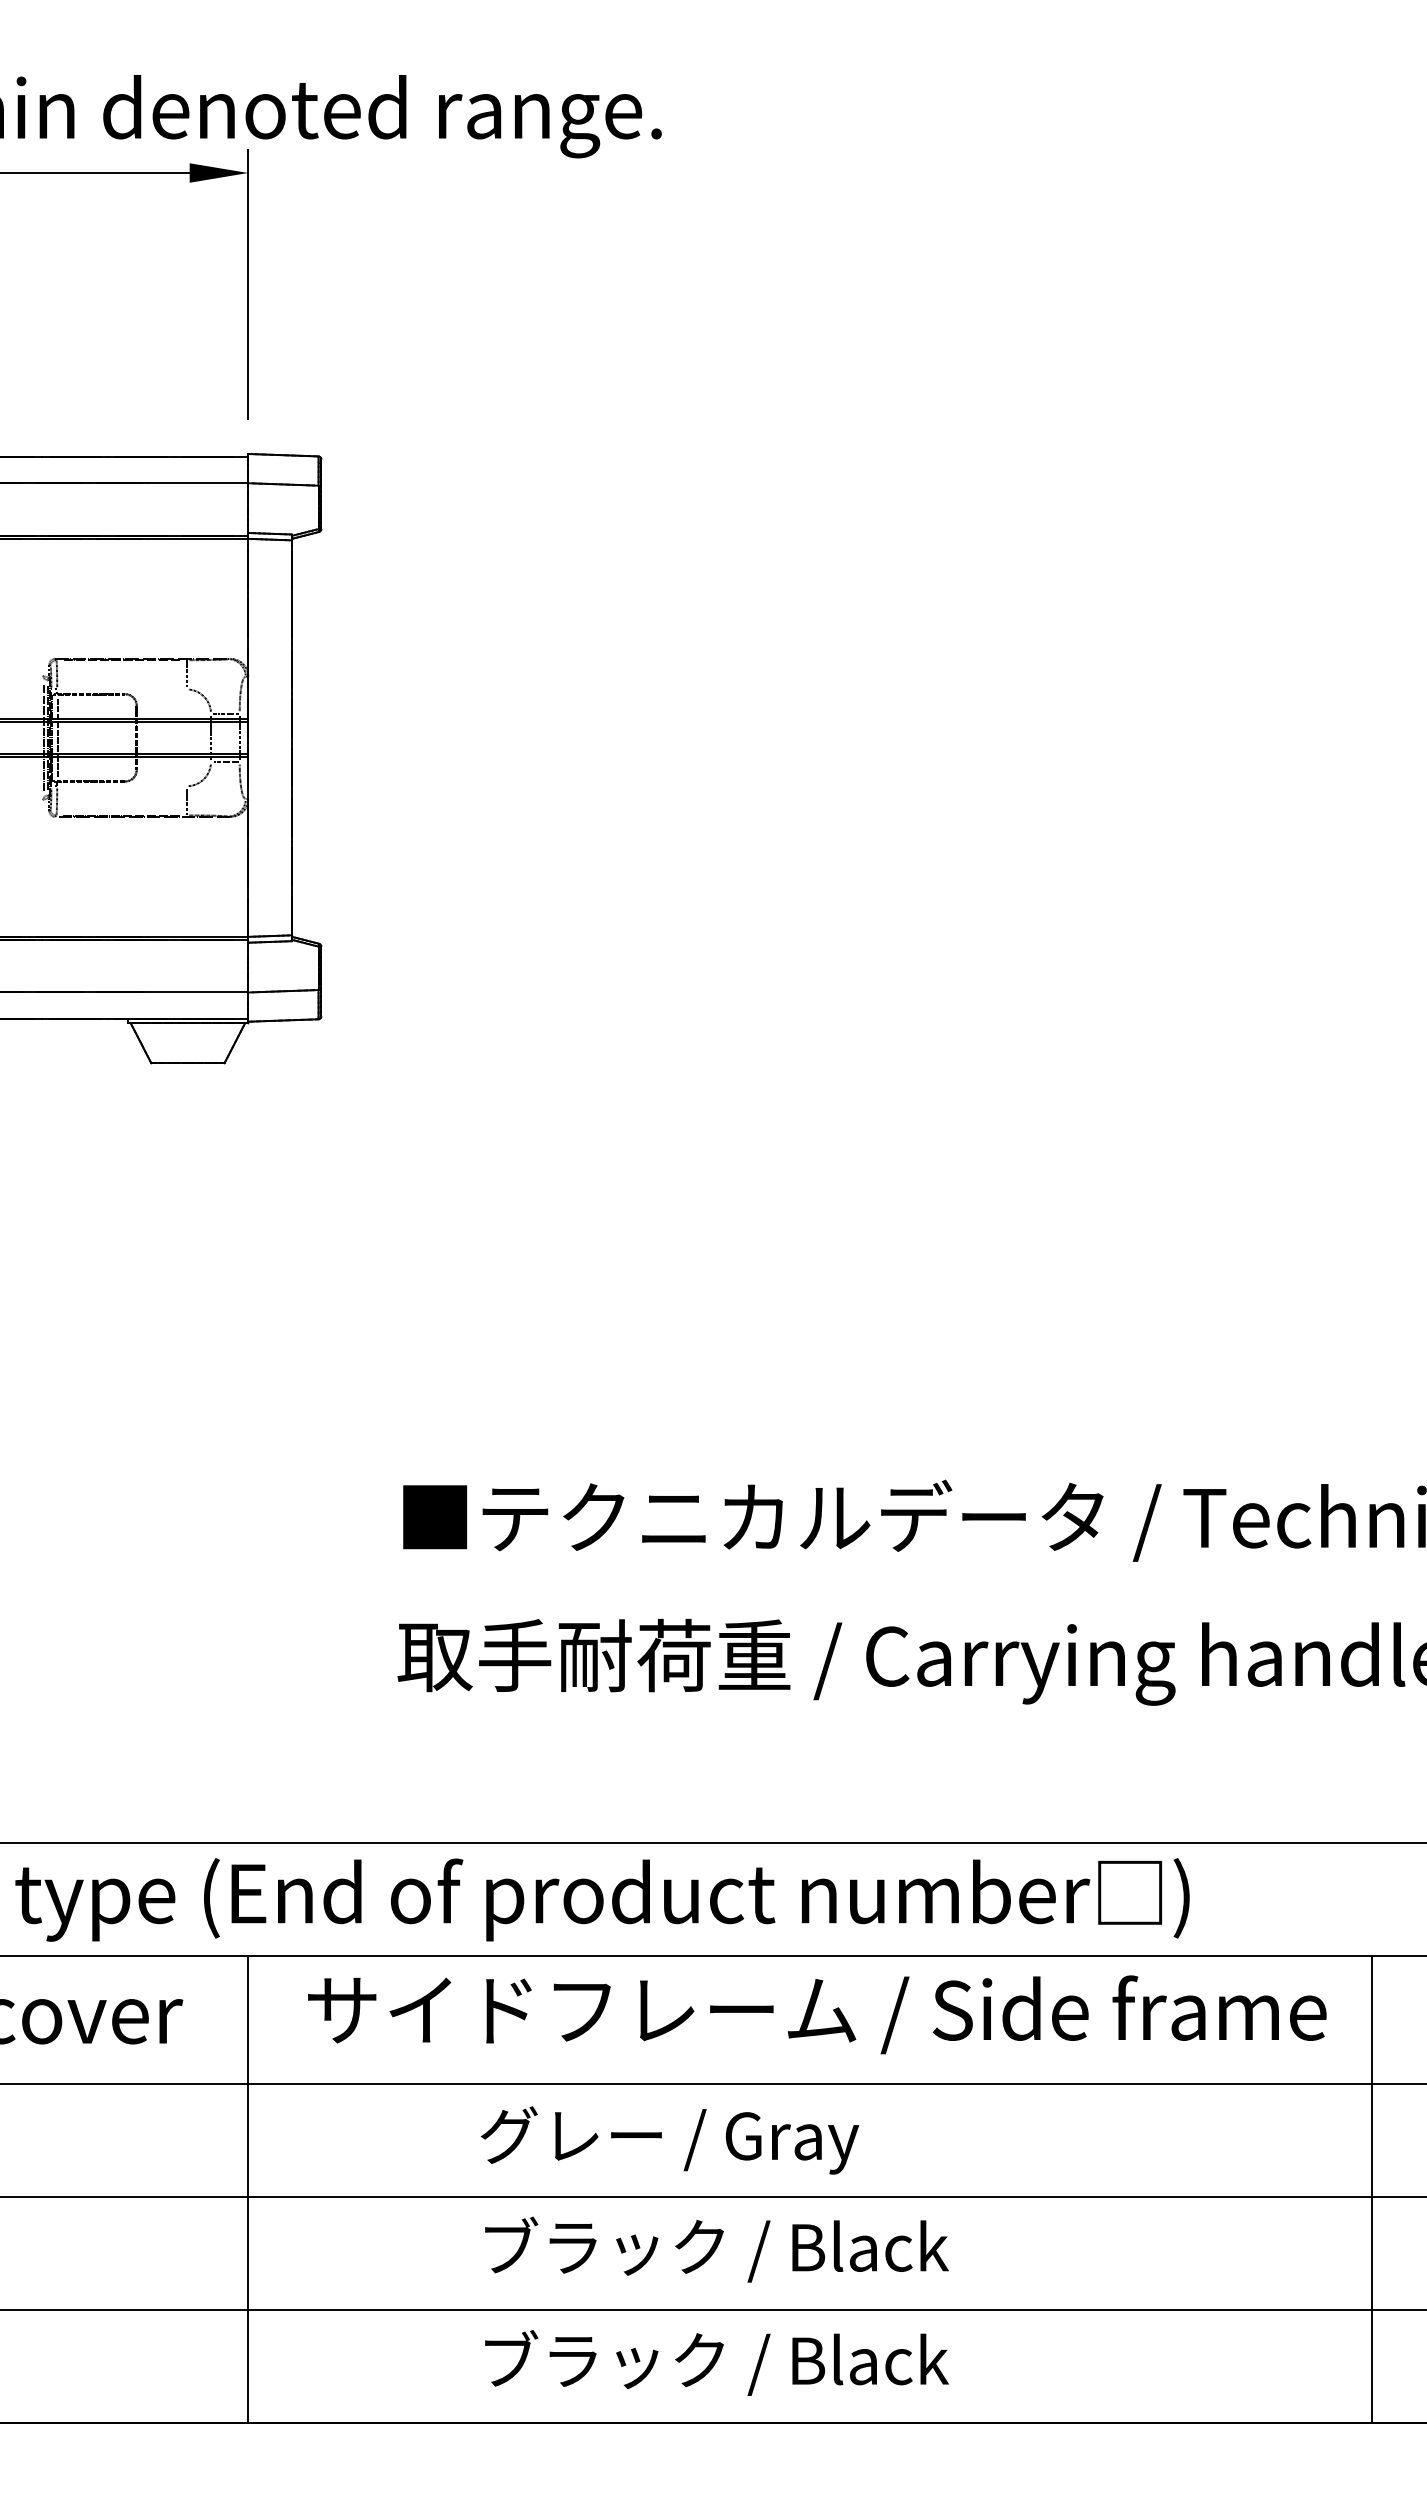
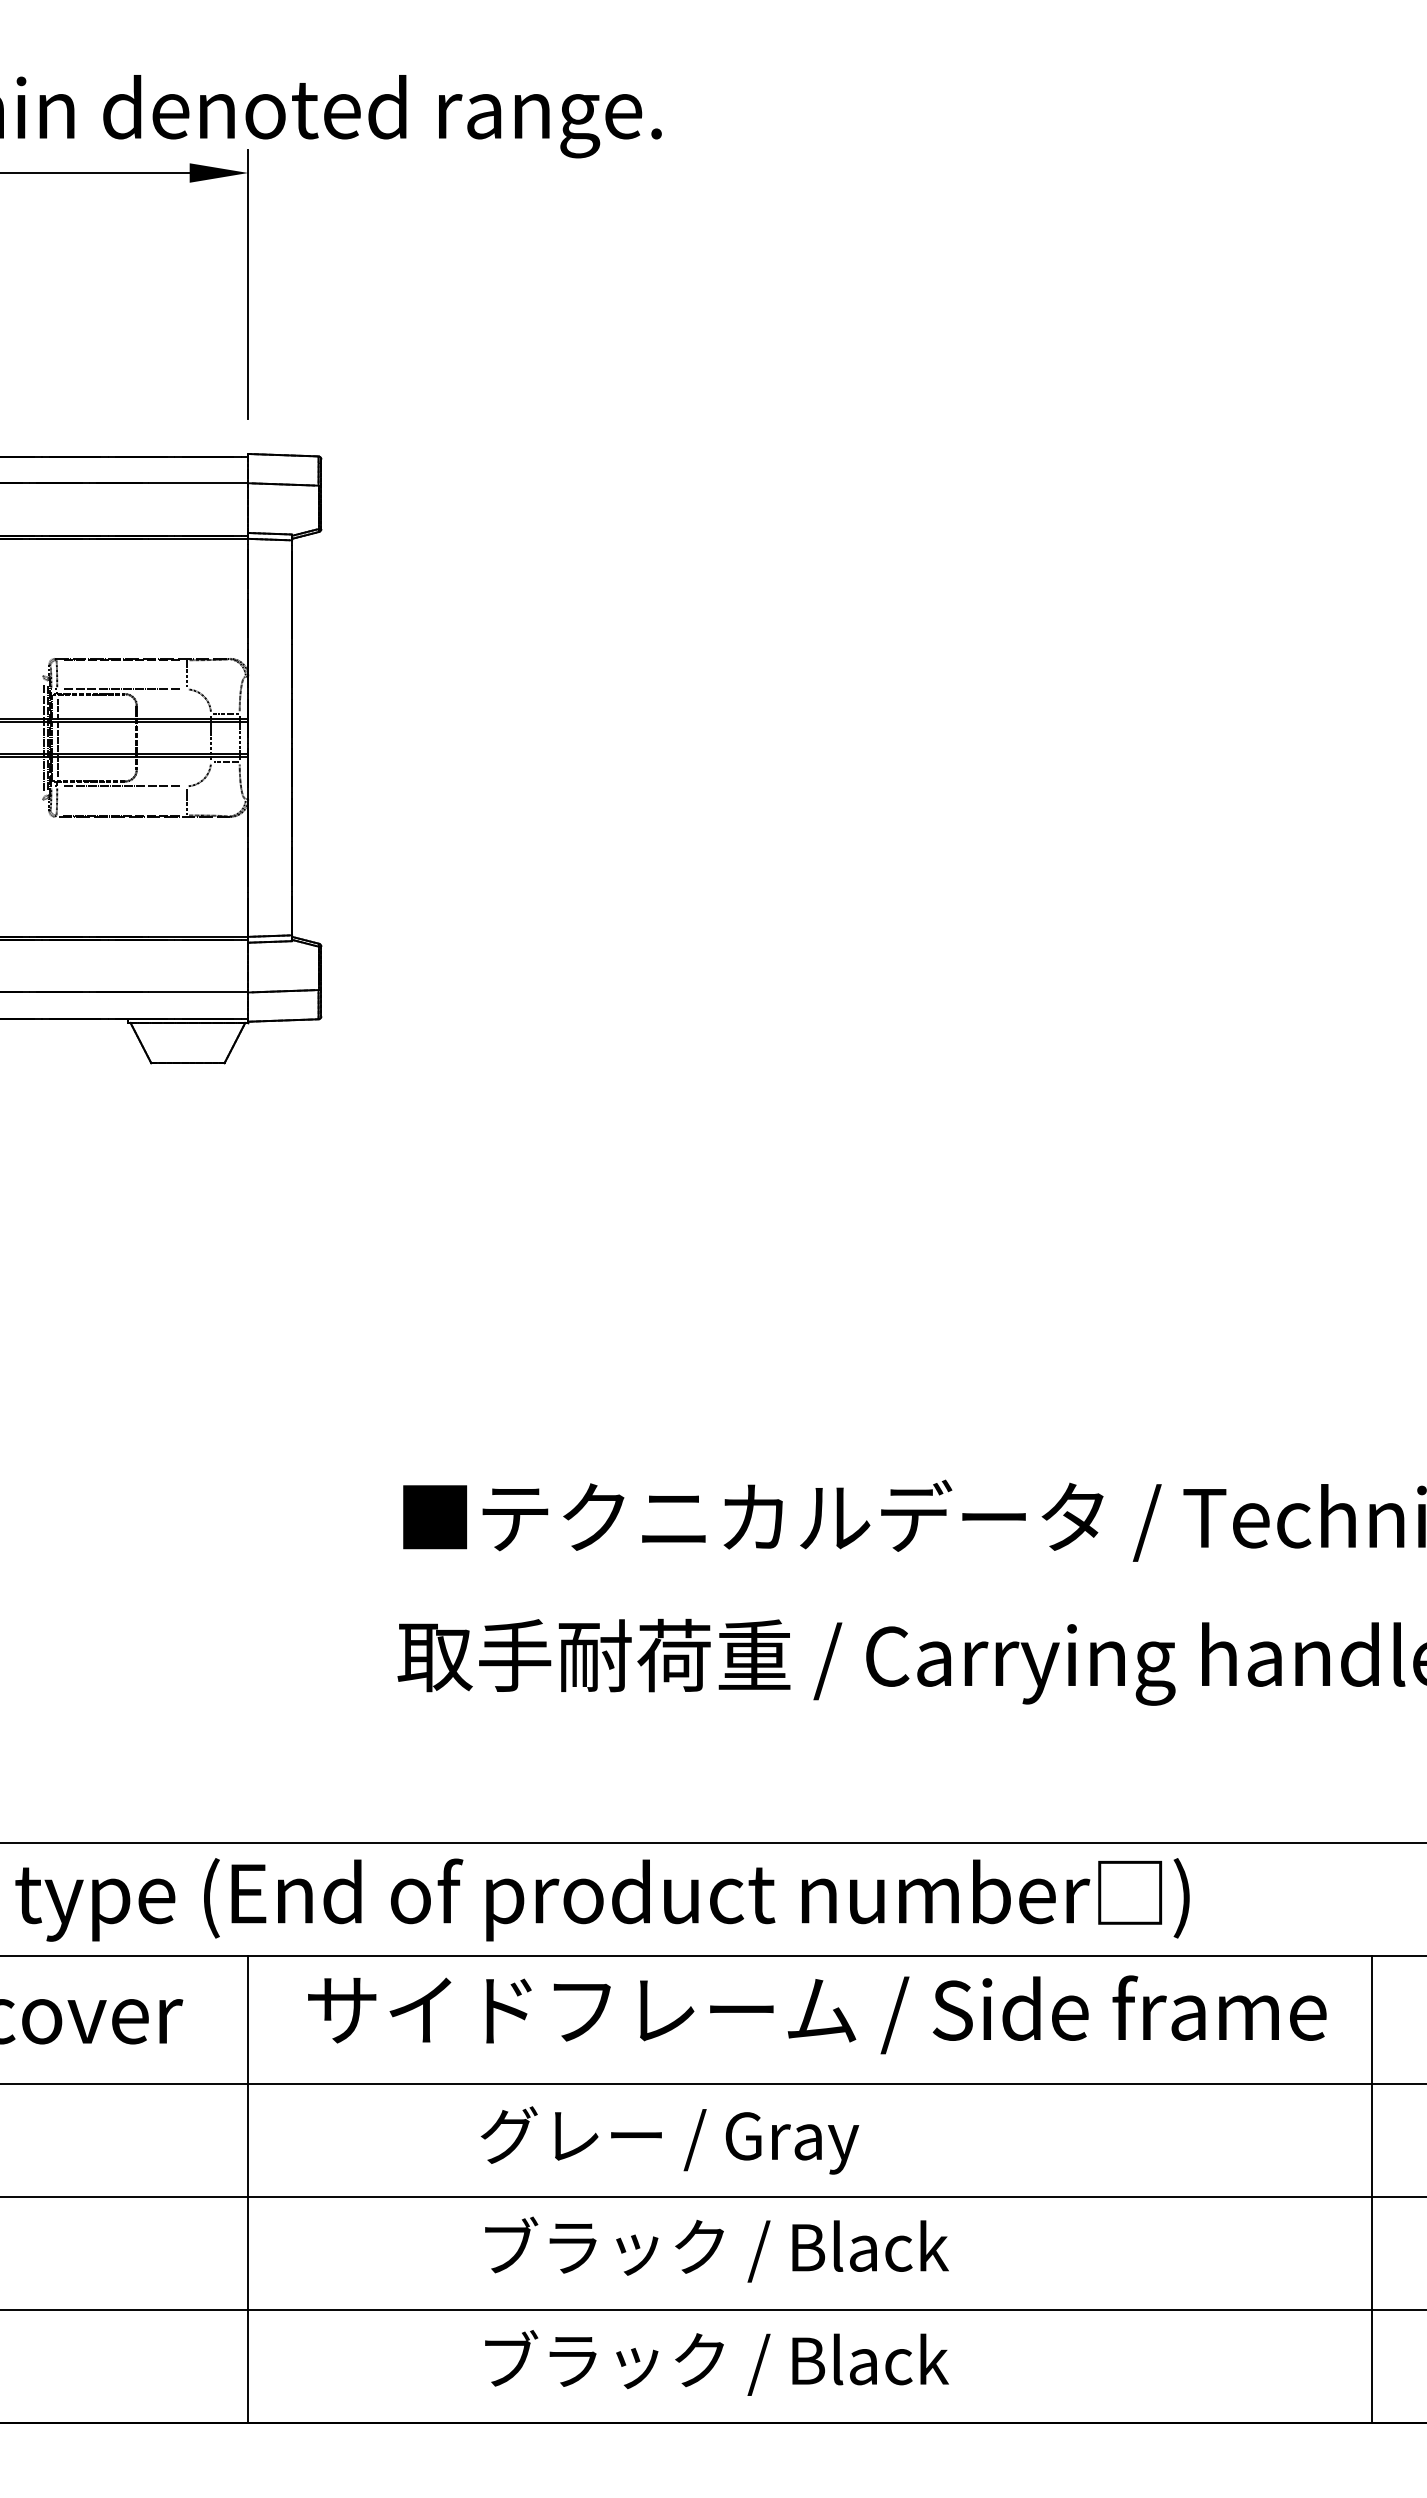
line at (121, 689): none -> present
line at (121, 786): none -> present
